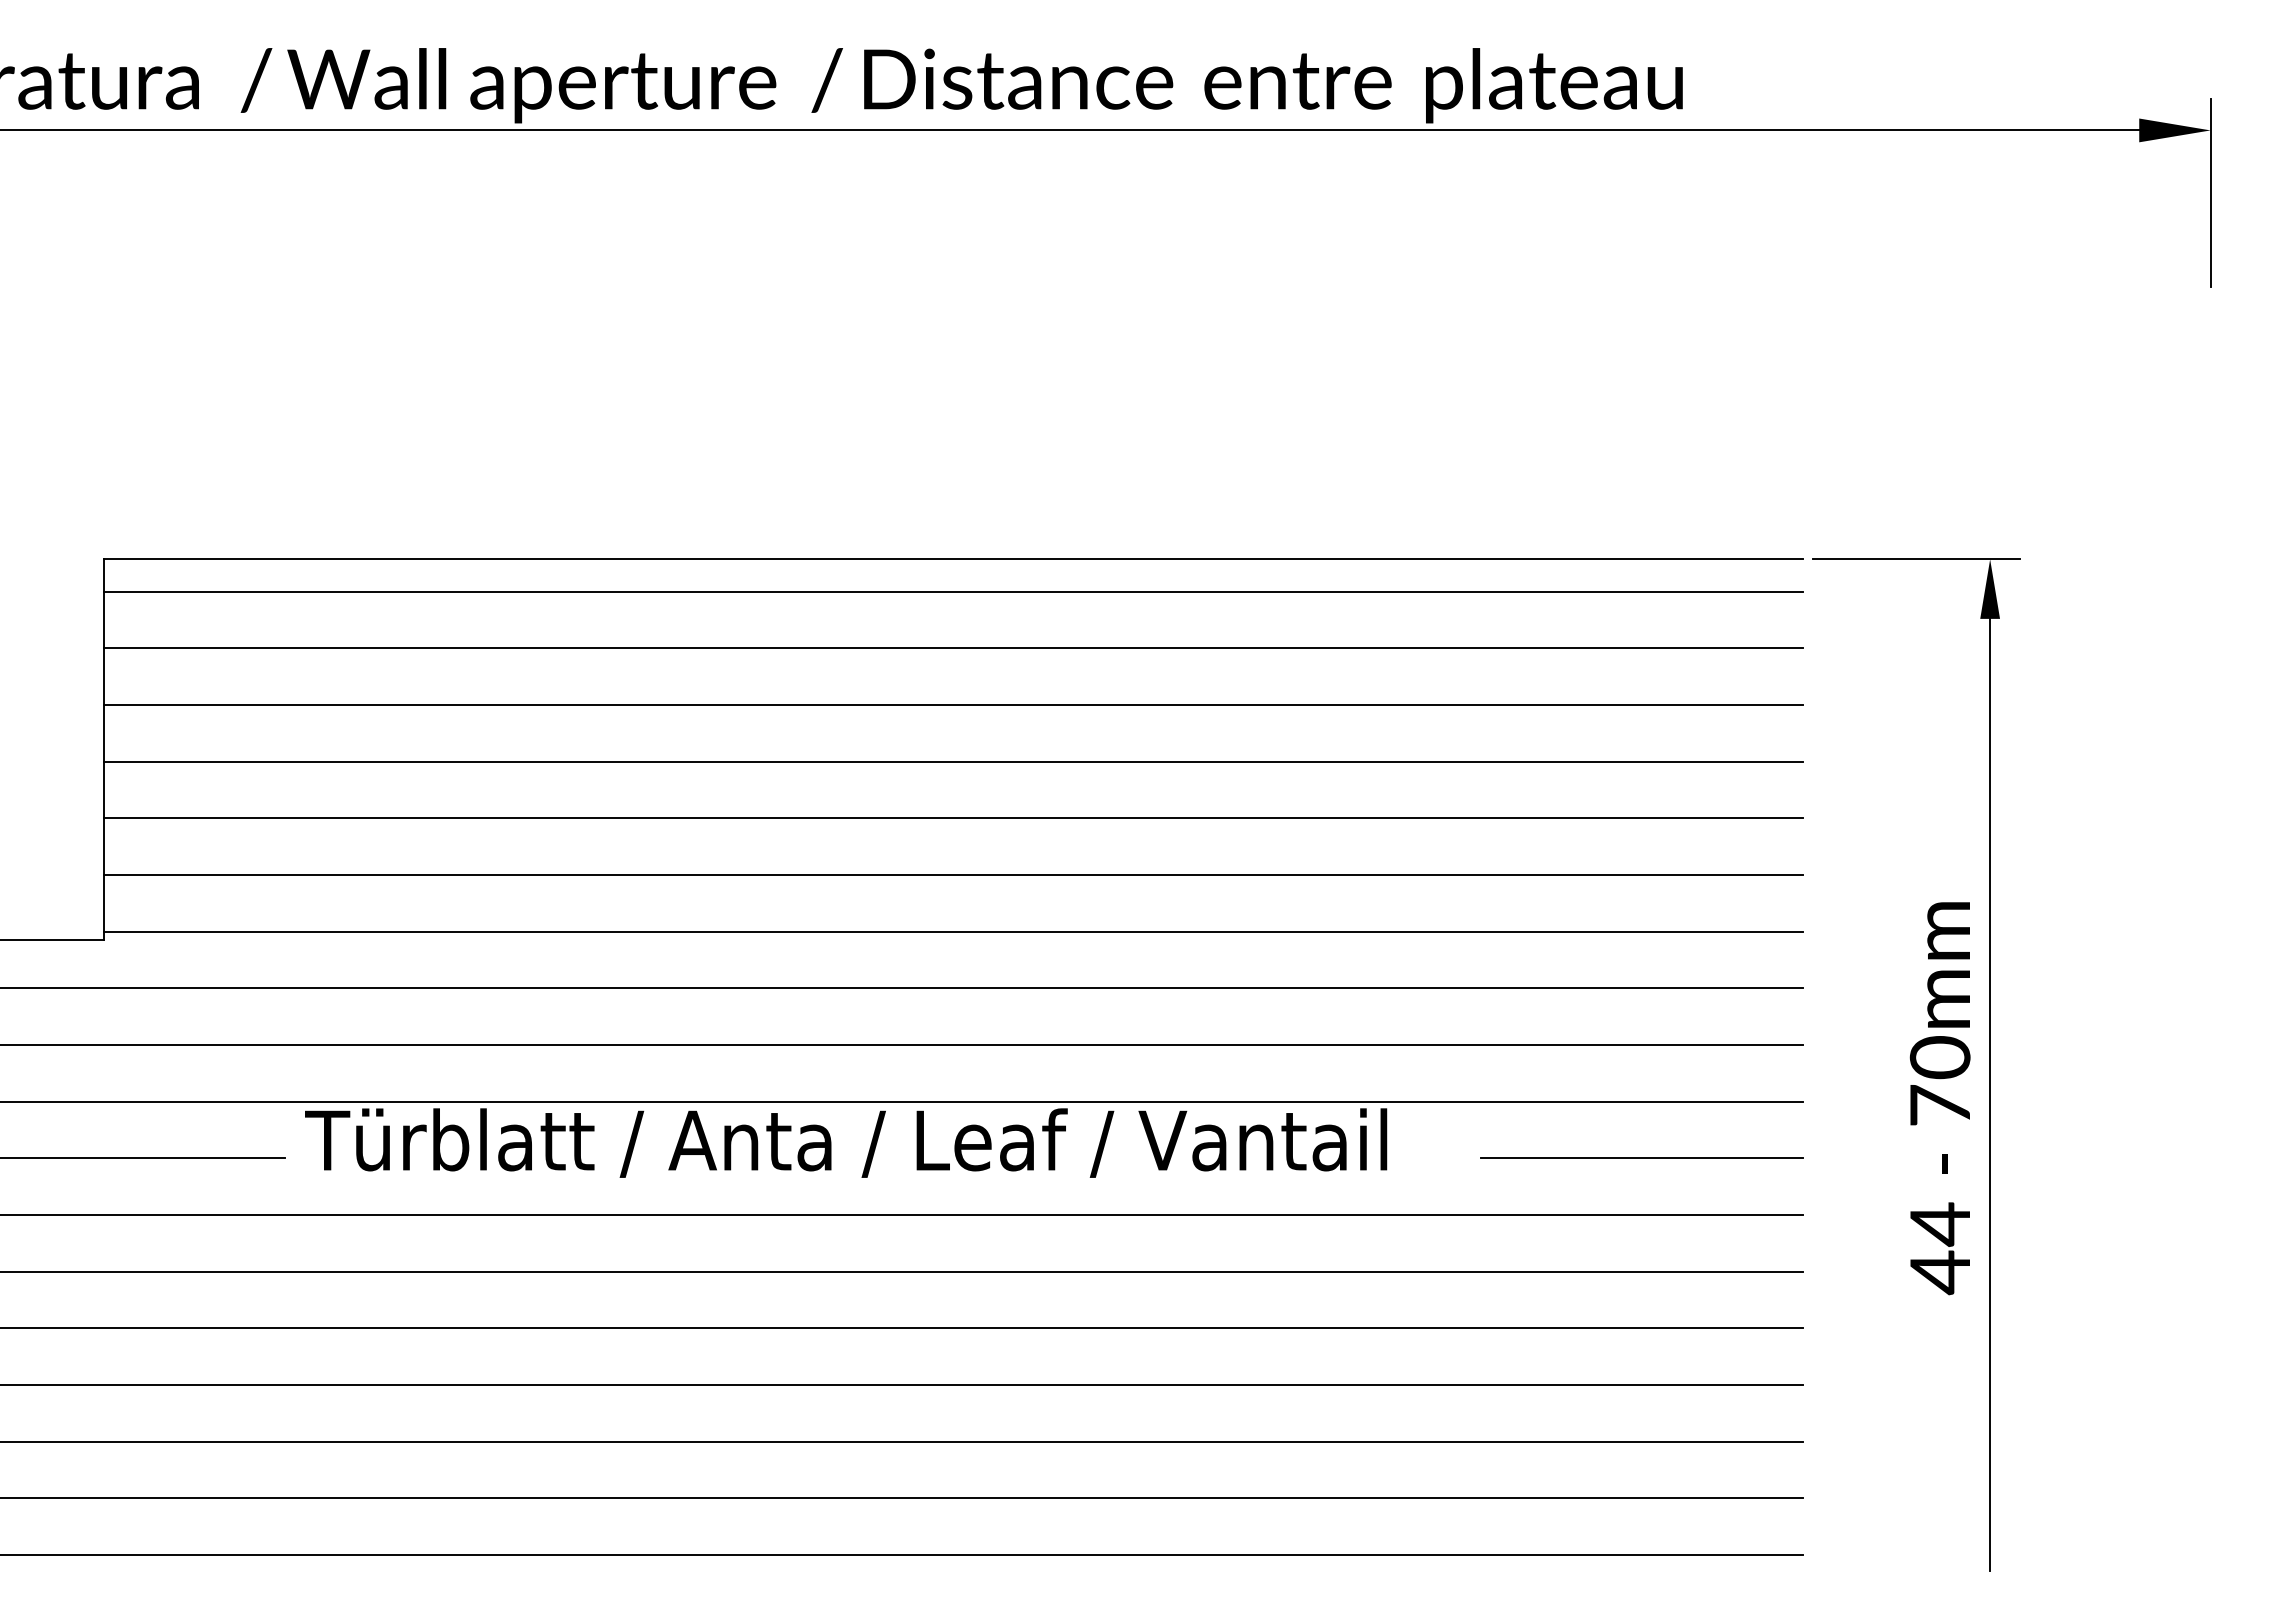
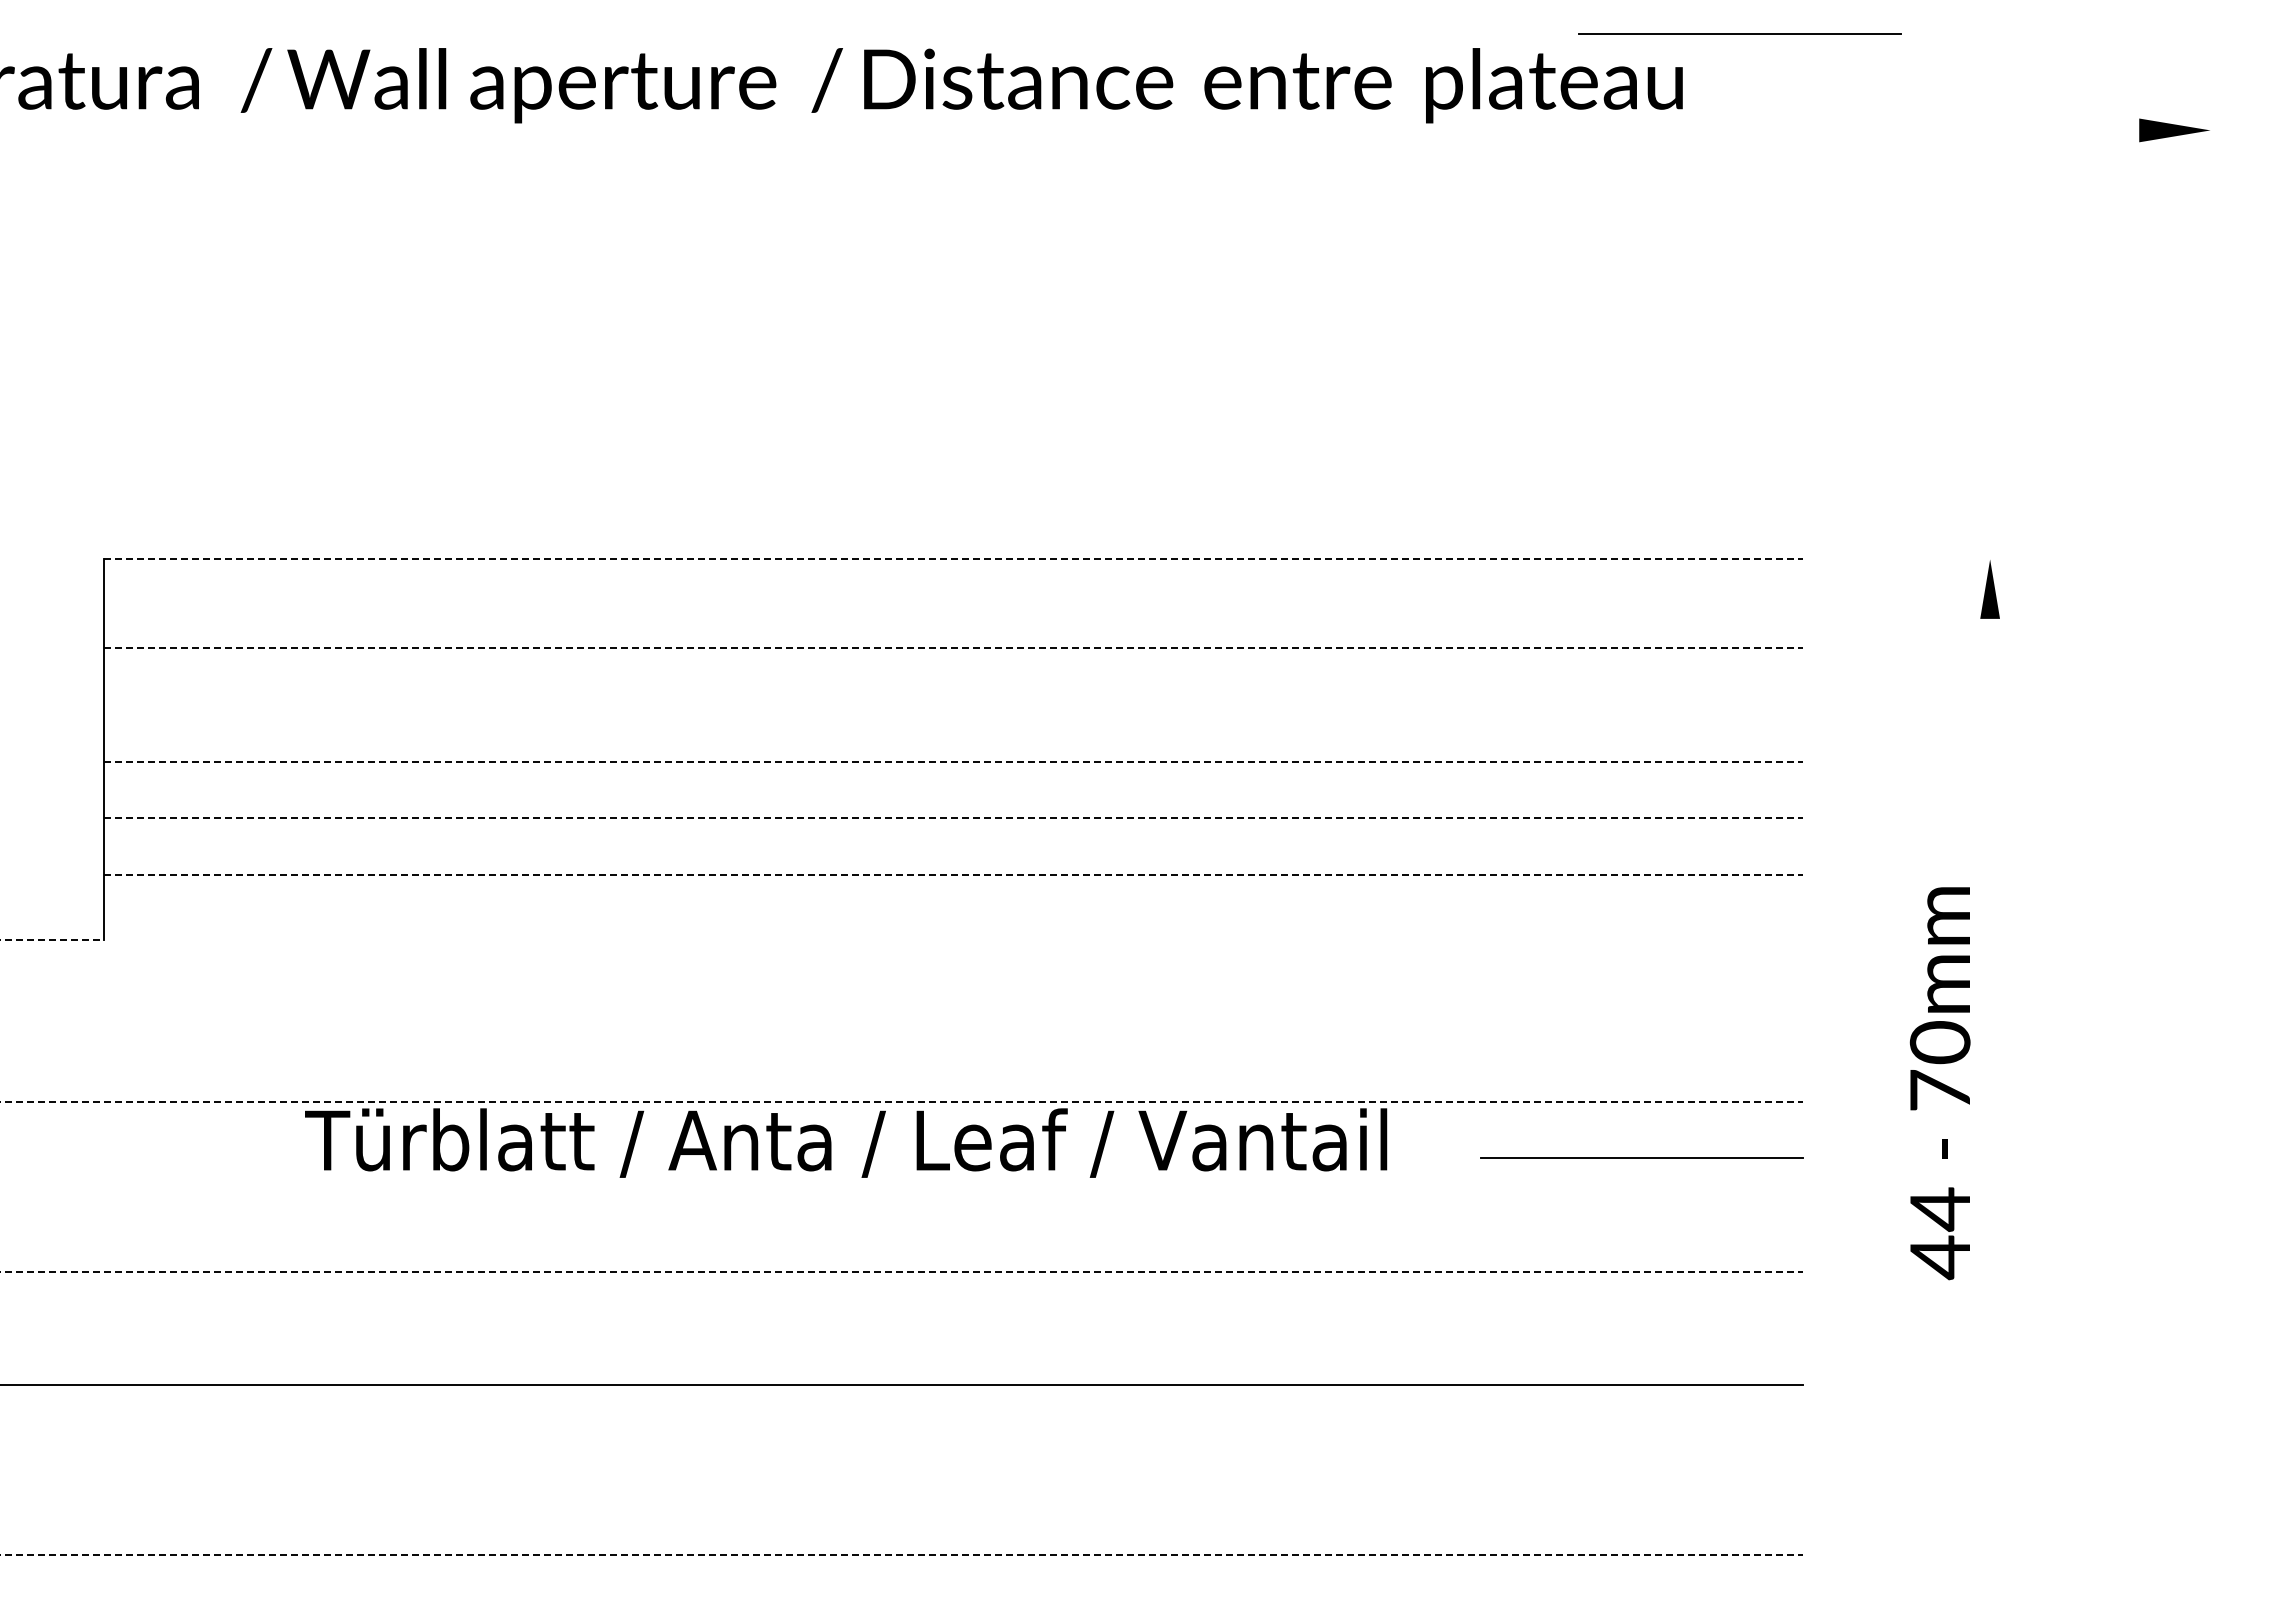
line at (1739, 33): none -> present
line at (1070, 130): present -> none
line at (2210, 192): present -> none
line at (953, 559): solid -> dashed
line at (1916, 559): present -> none
line at (953, 591): present -> none
line at (953, 648): solid -> dashed
line at (953, 705): present -> none
line at (953, 761): solid -> dashed
line at (953, 818): solid -> dashed
line at (953, 875): solid -> dashed
line at (953, 931): present -> none
line at (52, 940): solid -> dashed
line at (902, 988): present -> none
line at (902, 1045): present -> none
line at (1990, 1094): present -> none
text at (1939, 1098) position: (1939, 1098) -> (1939, 1083)
line at (901, 1101): solid -> dashed
line at (143, 1158): present -> none
line at (902, 1215): present -> none
line at (901, 1271): solid -> dashed
line at (902, 1328): present -> none
line at (902, 1441): present -> none
line at (902, 1498): present -> none
line at (901, 1555): solid -> dashed
